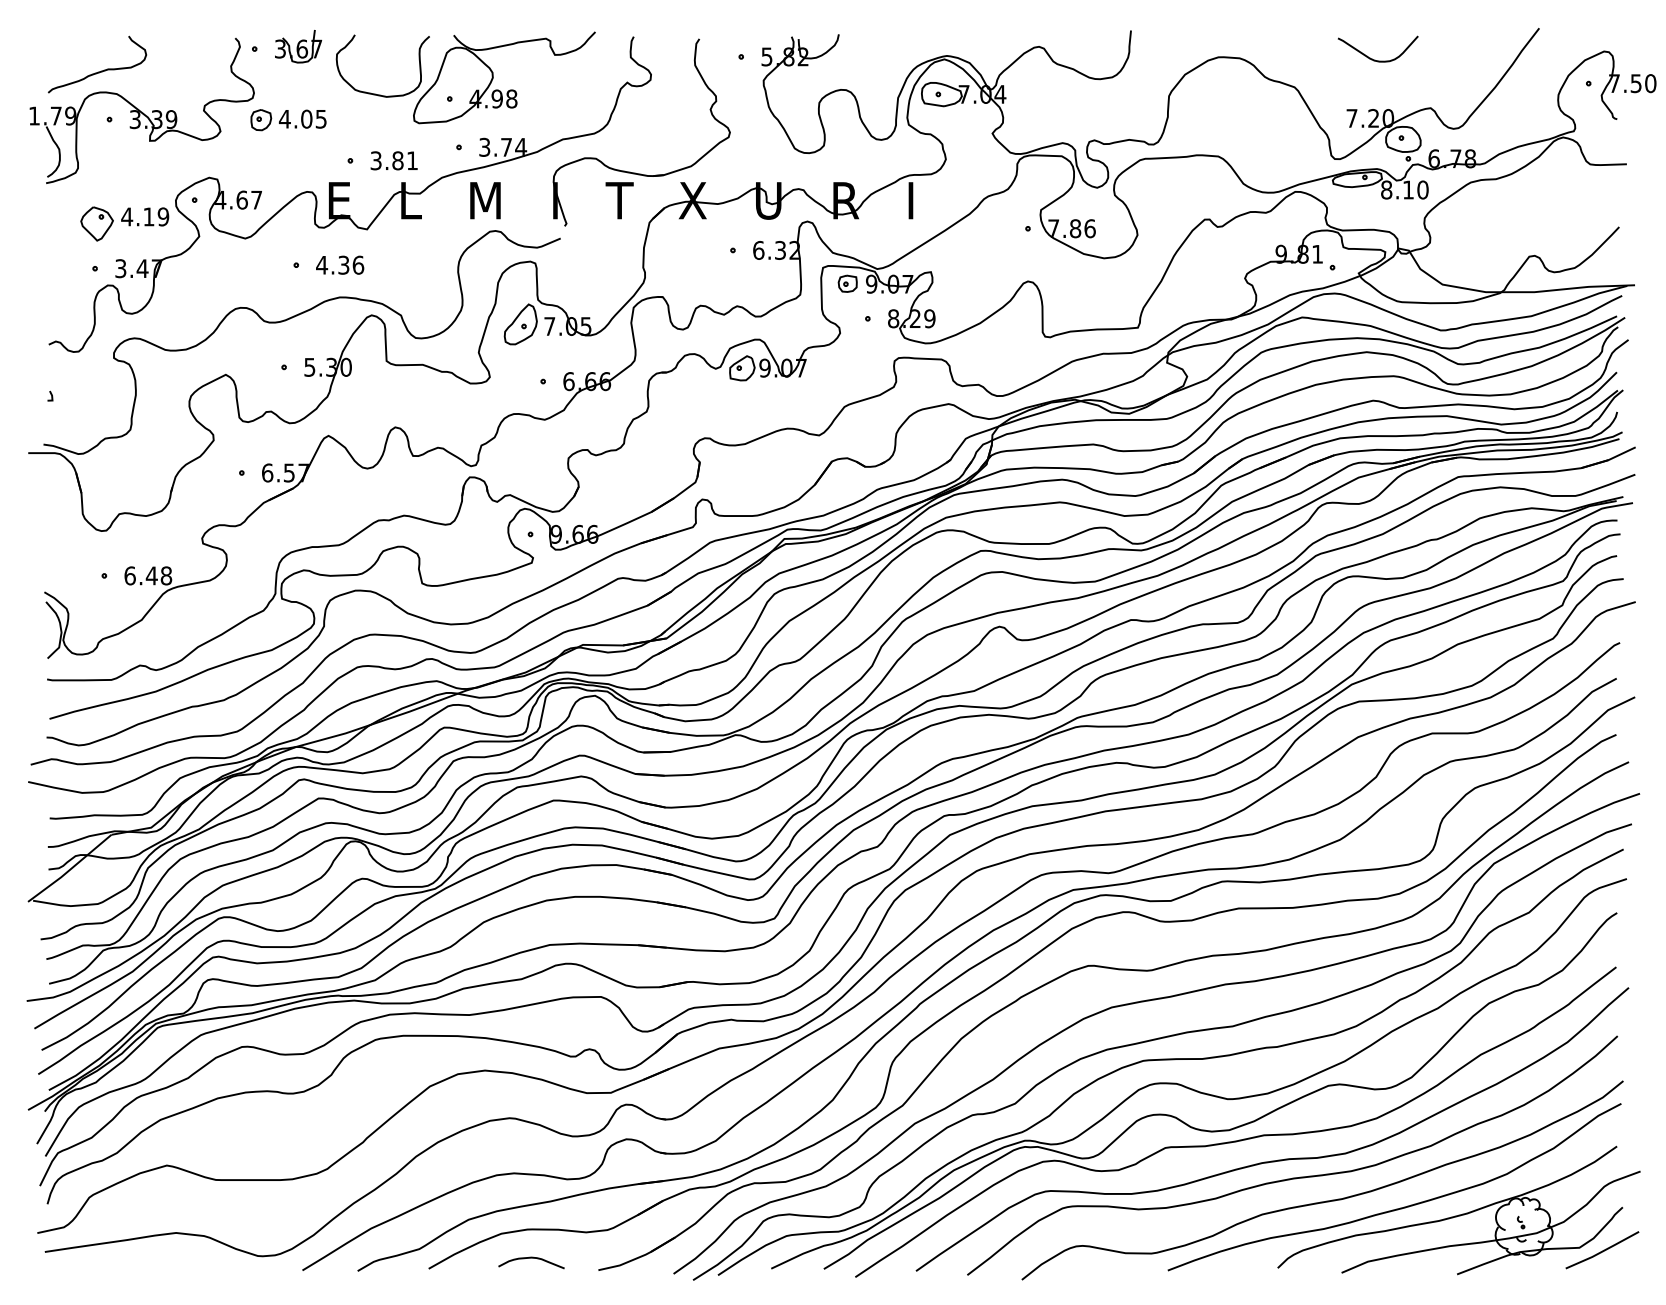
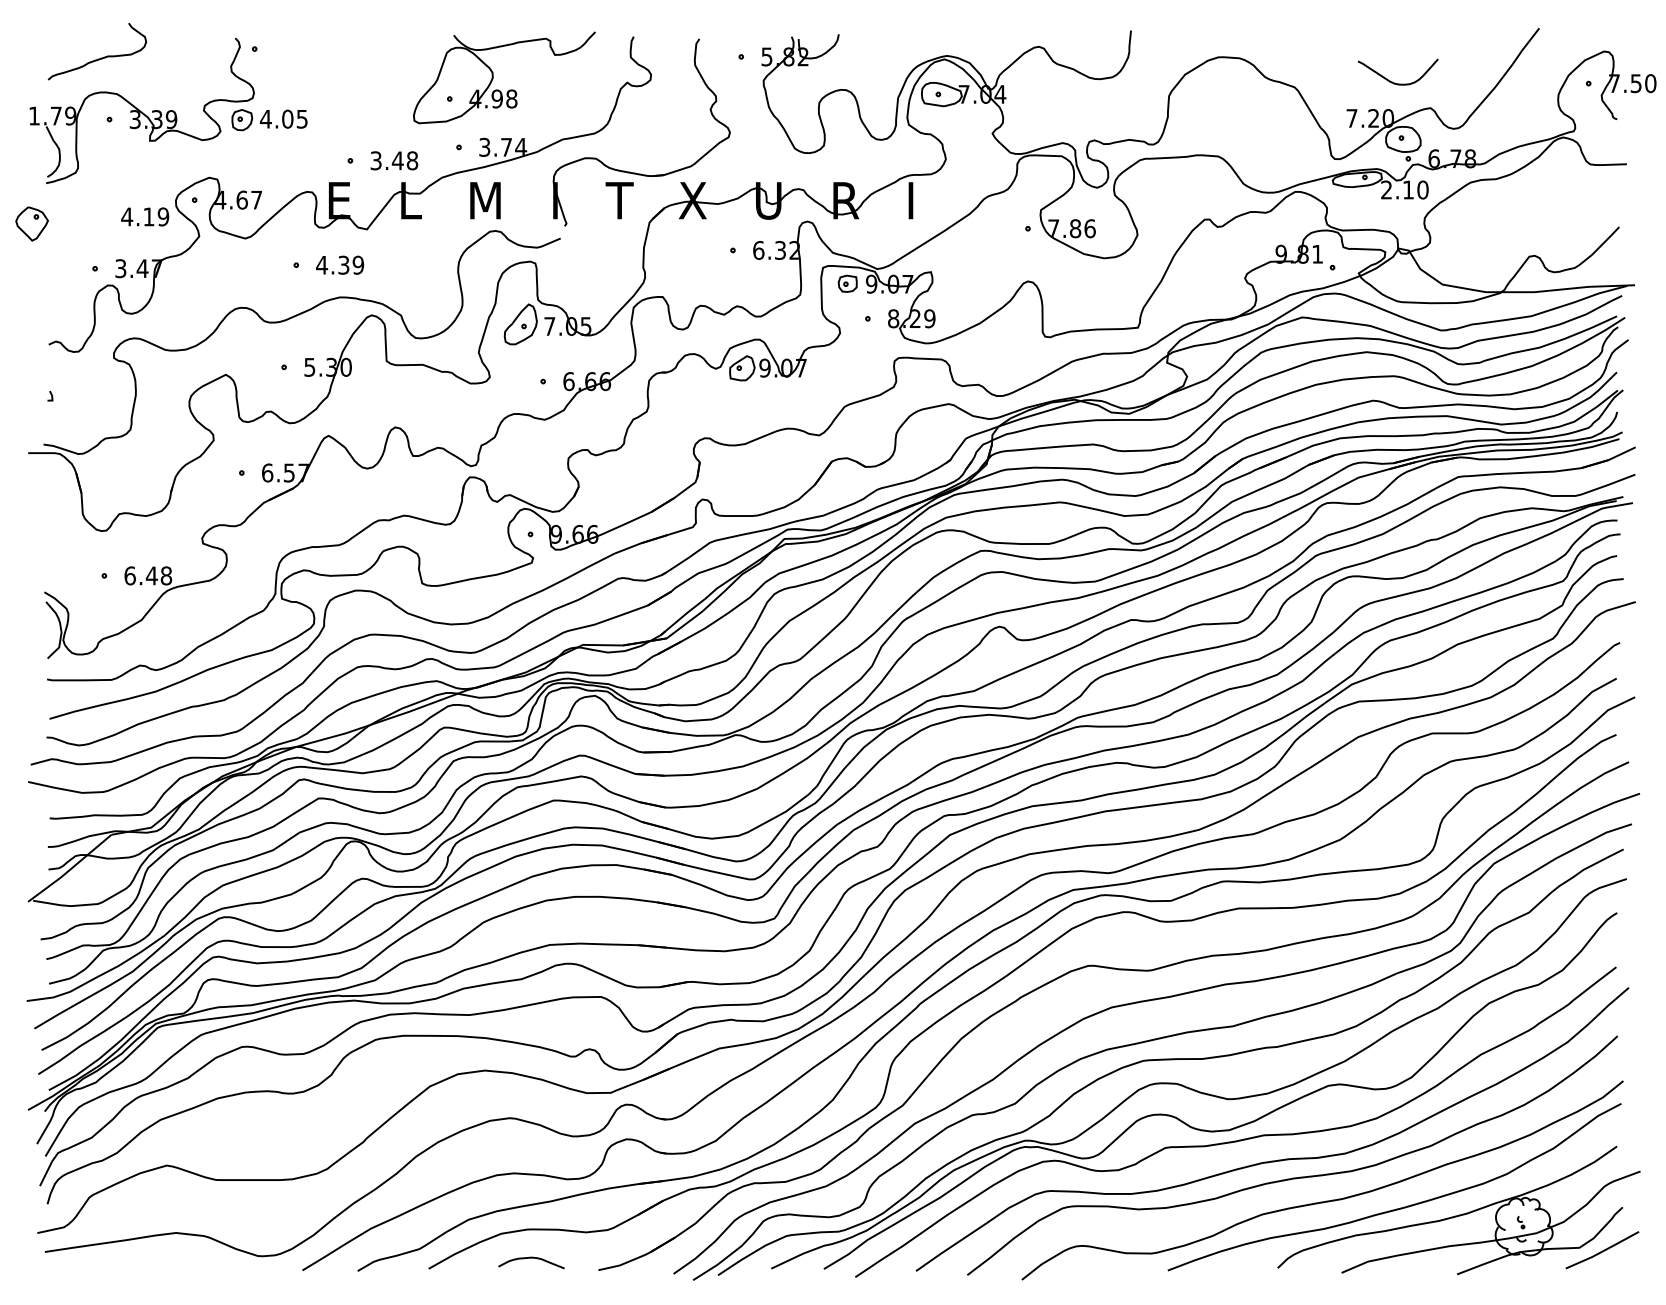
part at (298, 46): present -> none
curve at (1372, 58) position: (1372, 58) -> (1392, 81)
curve at (98, 71) position: (98, 71) -> (98, 58)
curve at (375, 93): present -> none
part at (288, 120) position: (288, 120) -> (269, 120)
text at (404, 160): 3.81 -> 3.48
text at (1386, 189): 8.10 -> 2.10
part at (96, 223) position: (96, 223) -> (31, 223)
text at (358, 264): 4.36 -> 4.39
